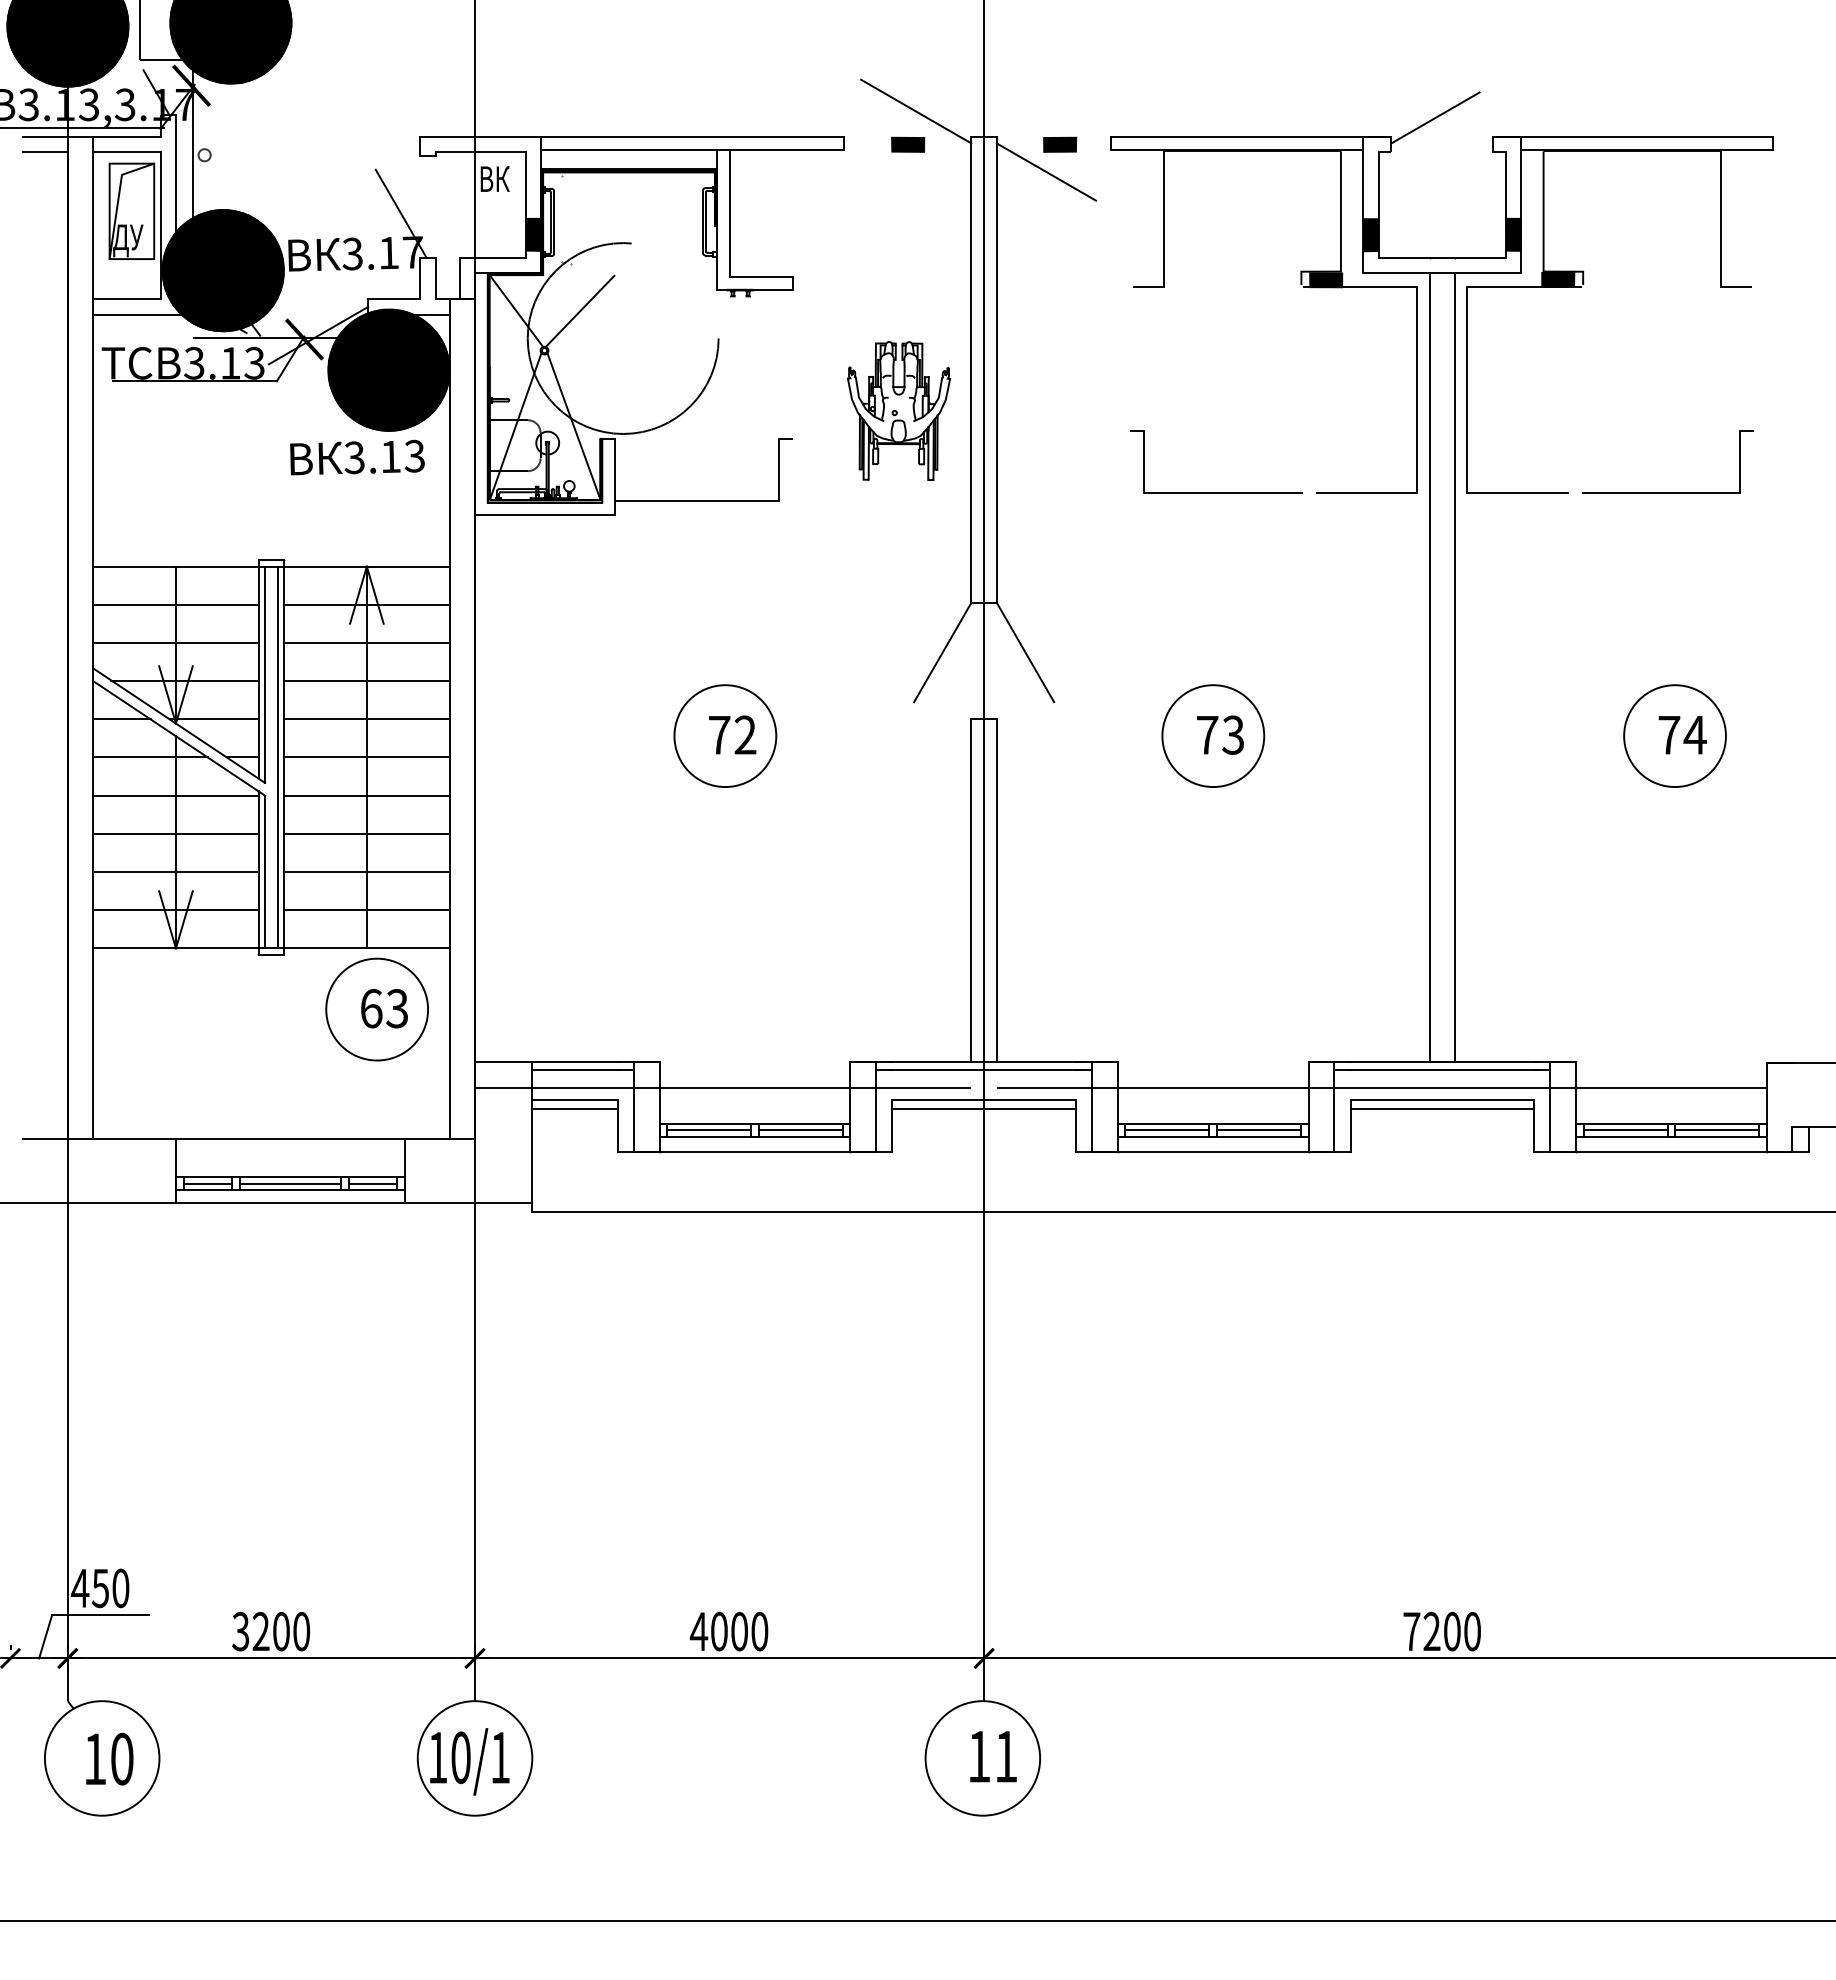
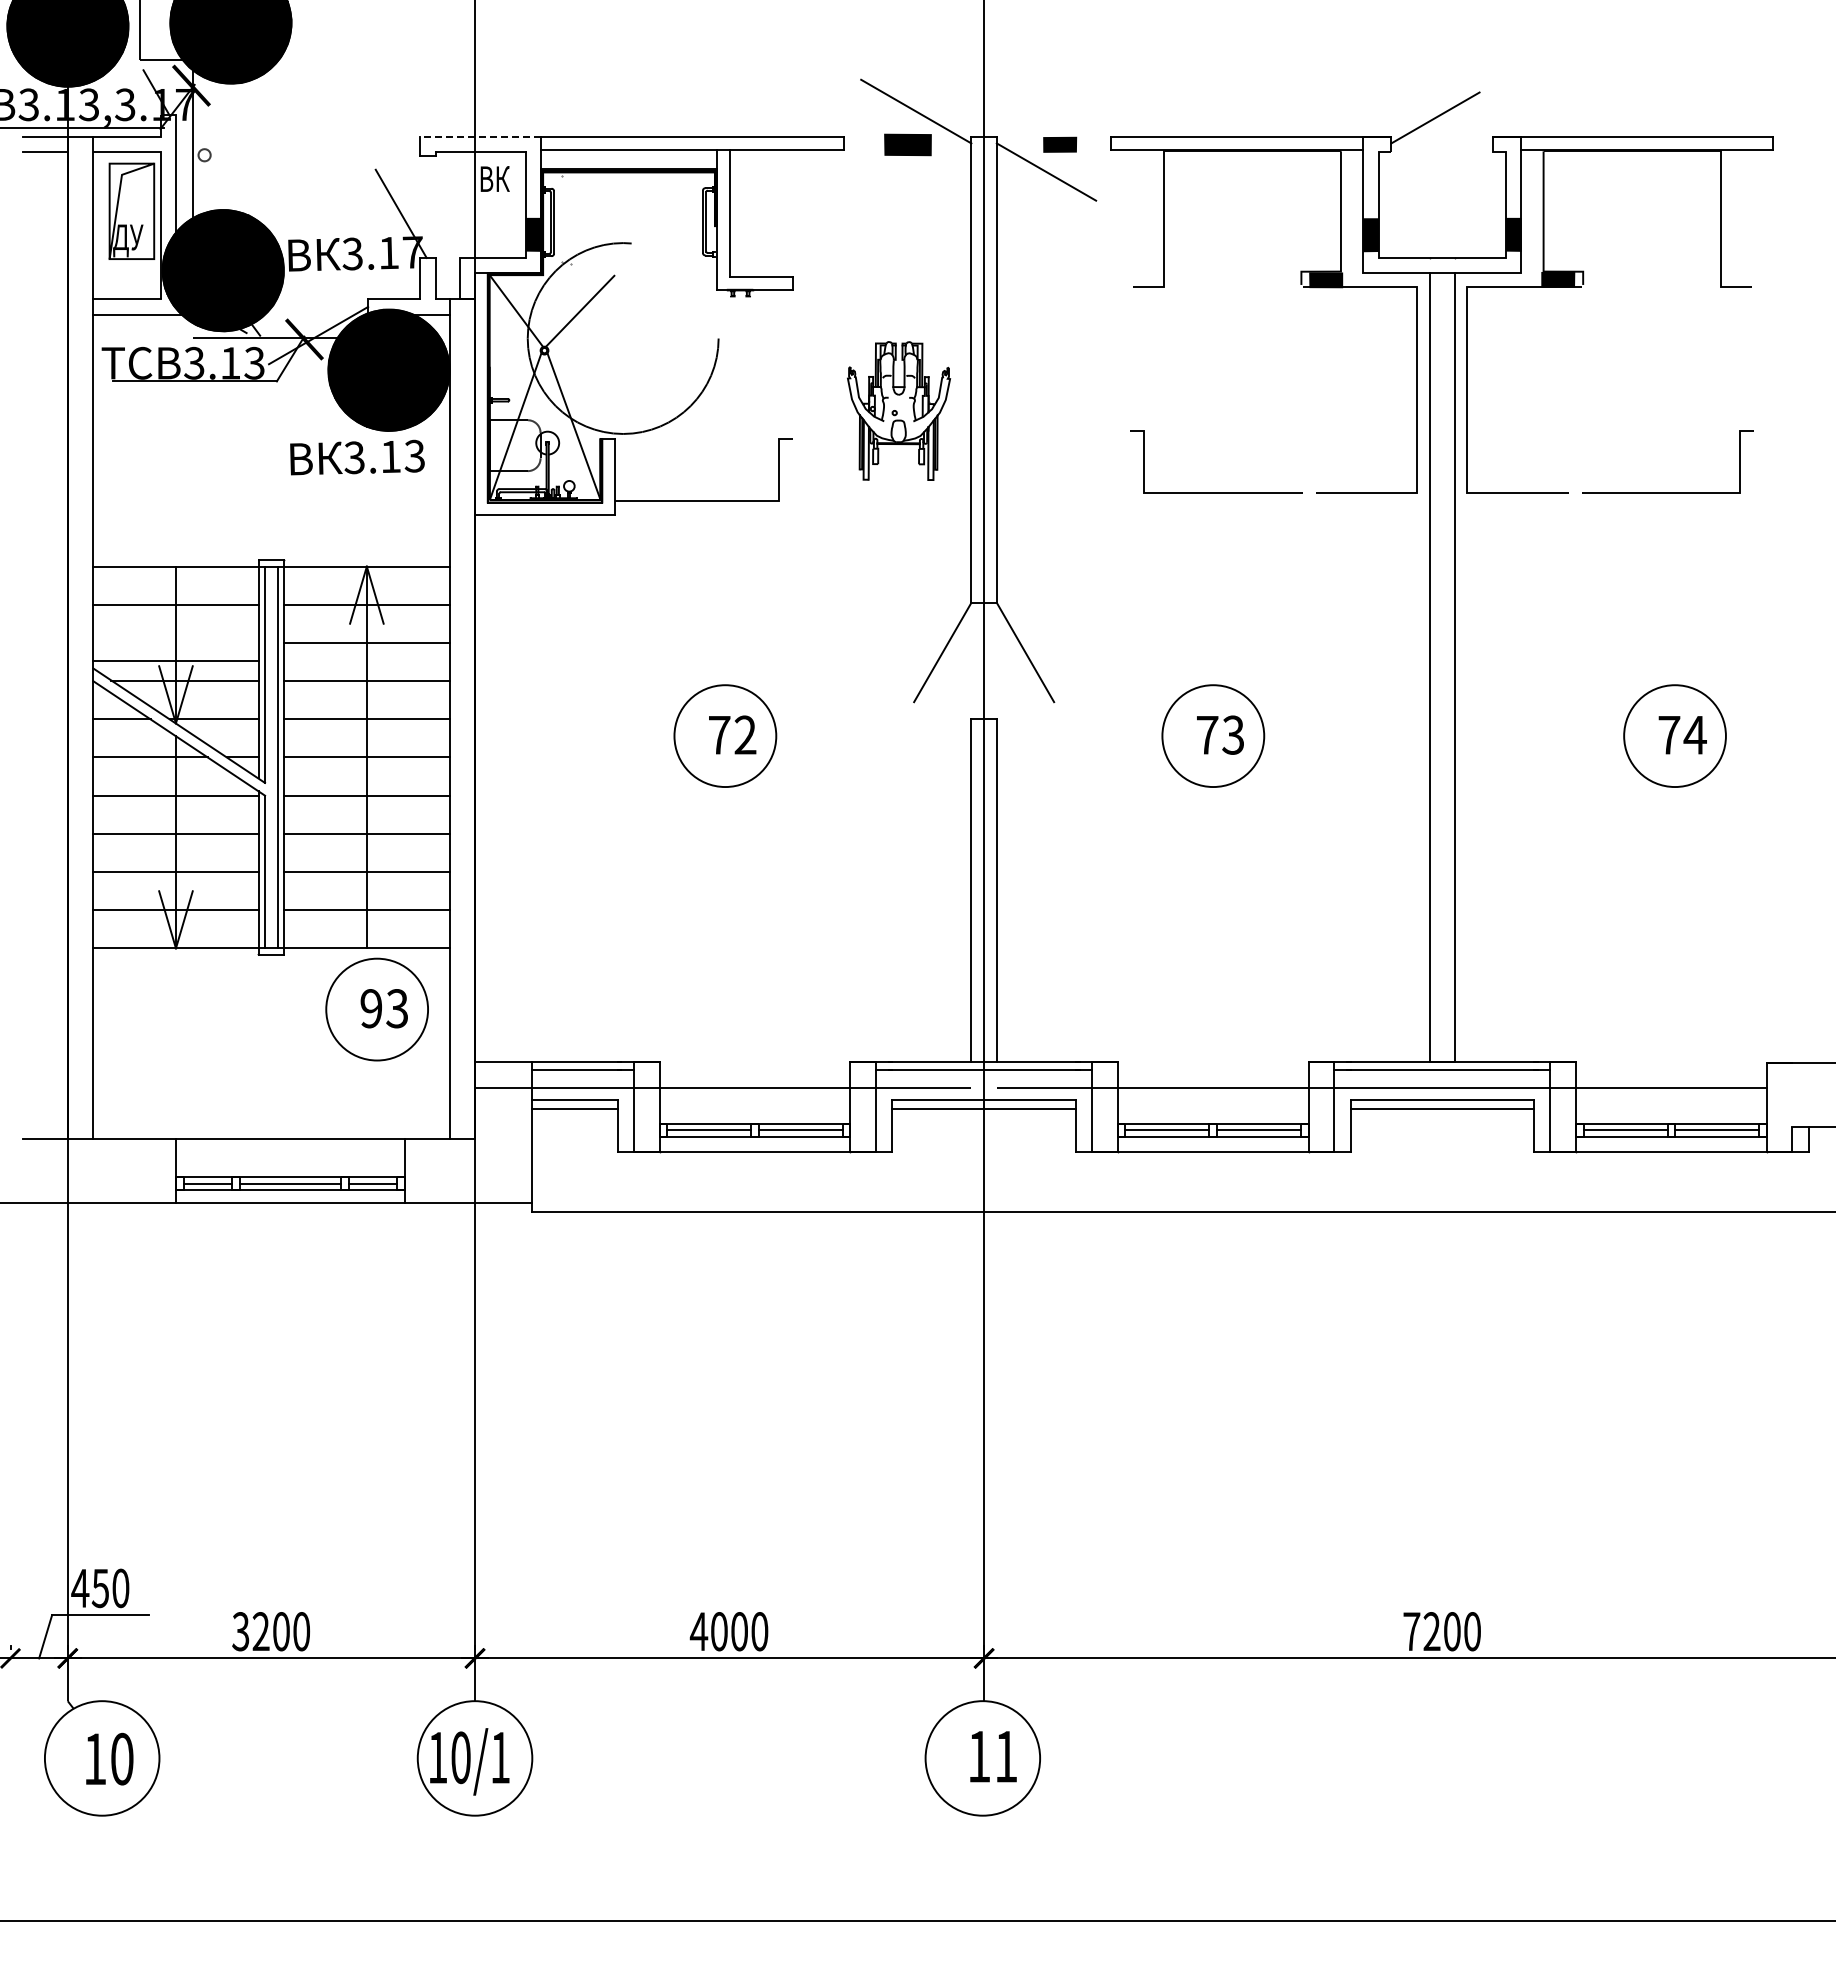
line at (480, 137): solid -> dashed
part at (908, 144) size: 35x17 px -> 48x24 px
line at (175, 642) position: (175, 642) -> (175, 660)
text at (371, 1008): 63 -> 93
